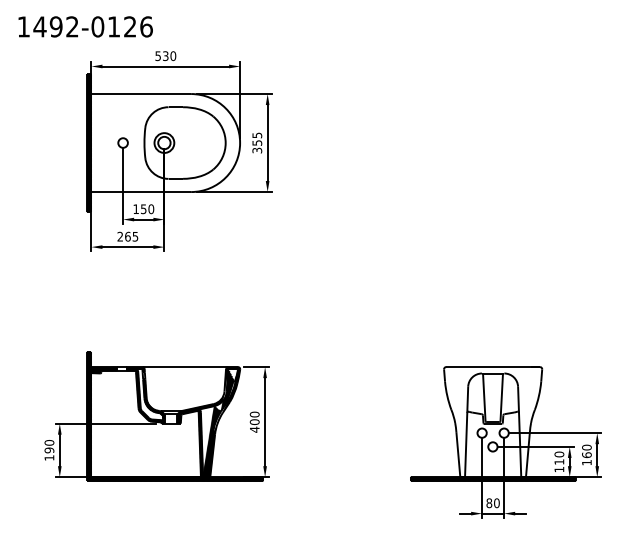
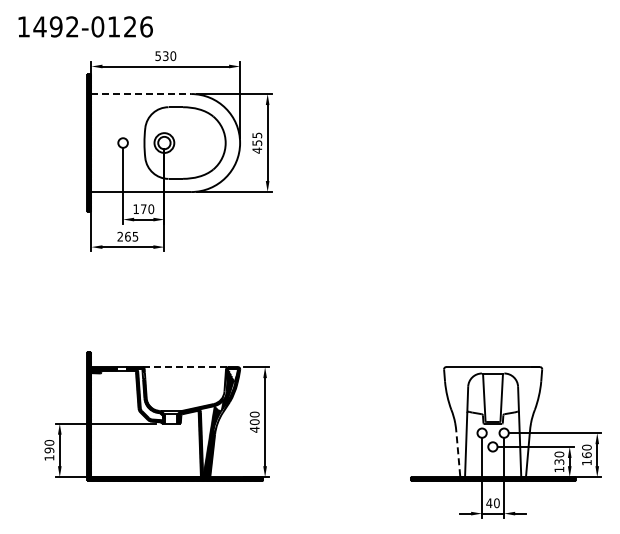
line at (141, 94): solid -> dashed
text at (257, 150): 355 -> 455
text at (143, 209): 150 -> 170
line at (185, 367): solid -> dashed
line at (458, 453): solid -> dashed
text at (559, 461): 110 -> 130
text at (489, 503): 80 -> 40
